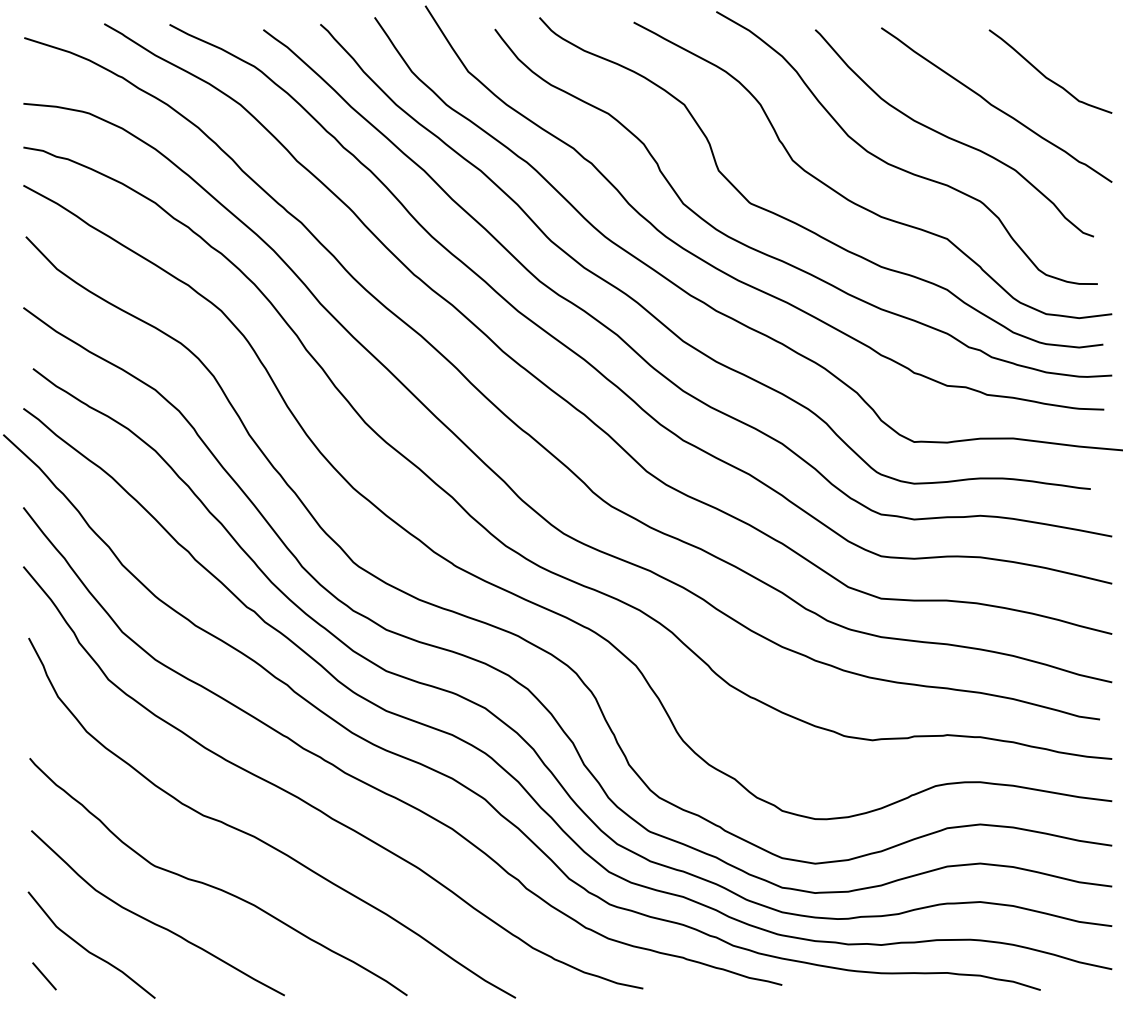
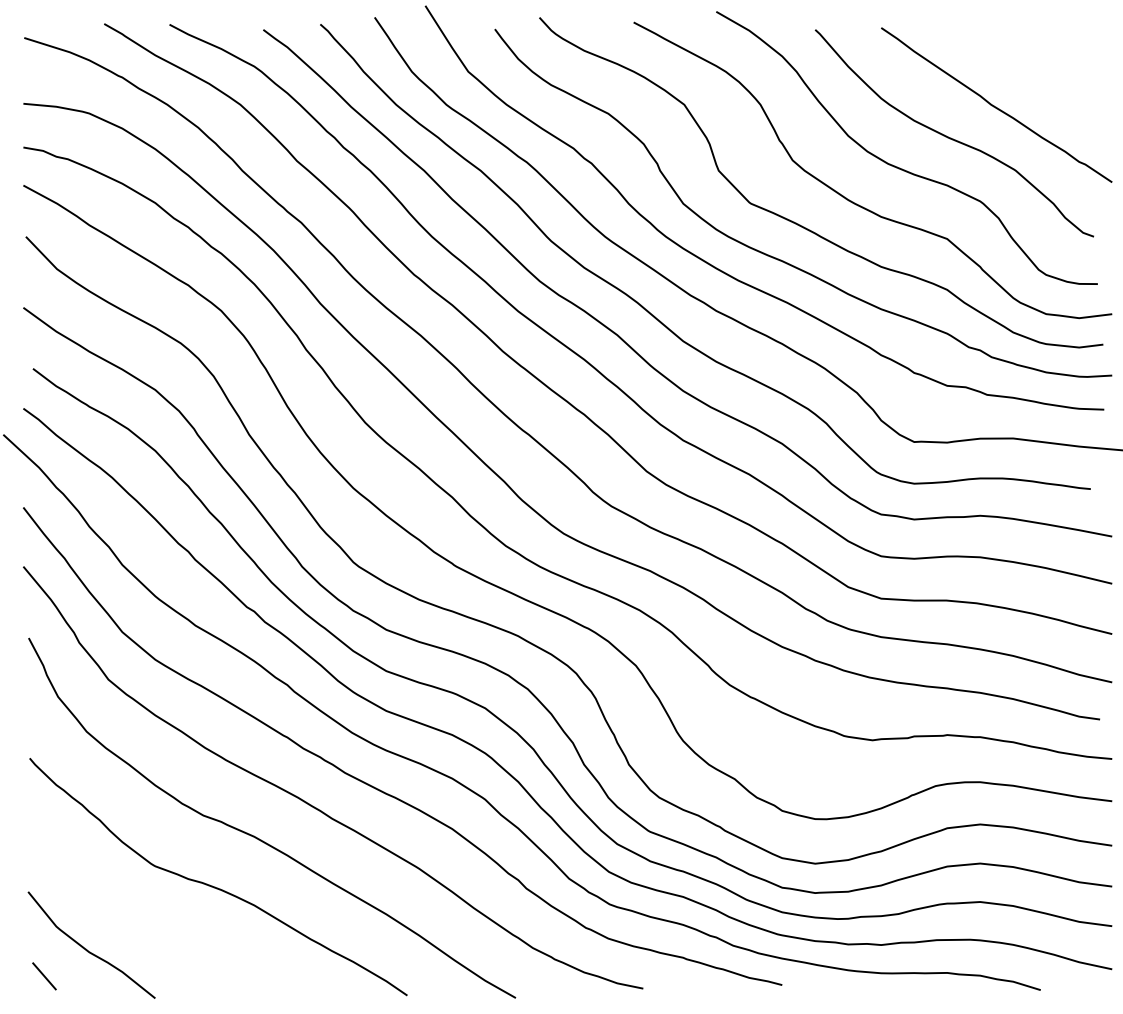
curve at (1045, 75): present -> none
curve at (152, 921): present -> none
